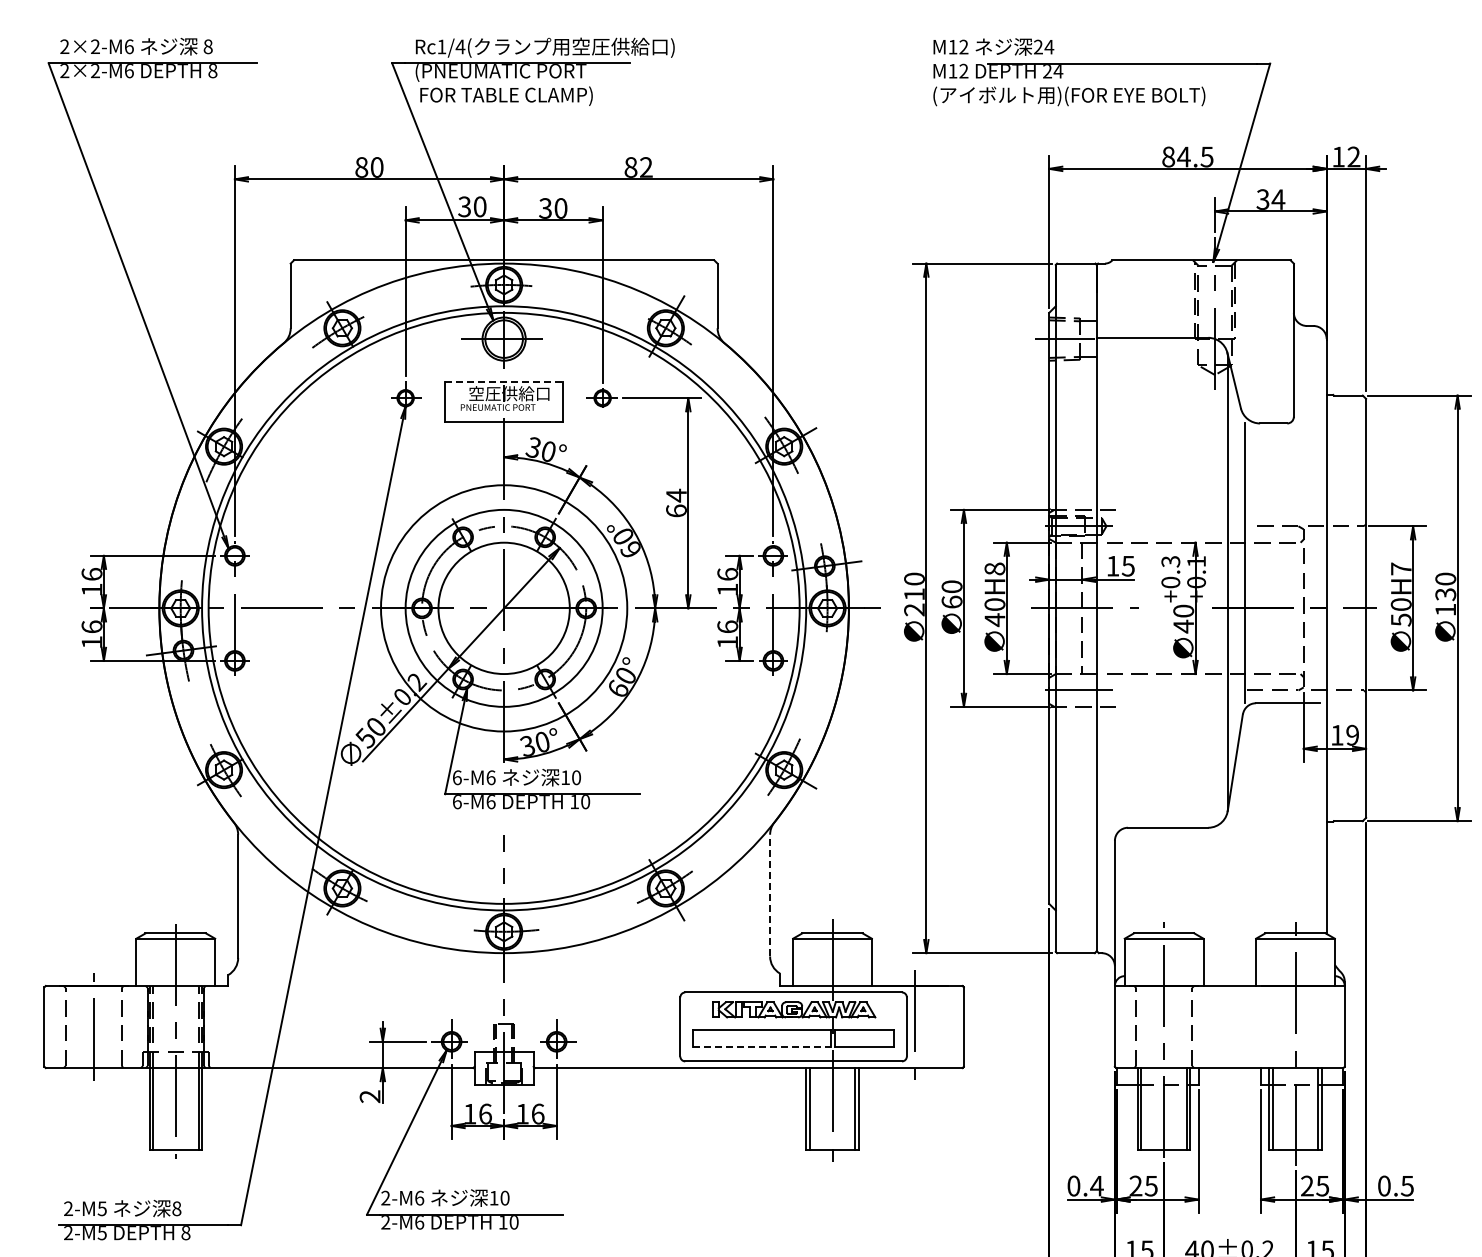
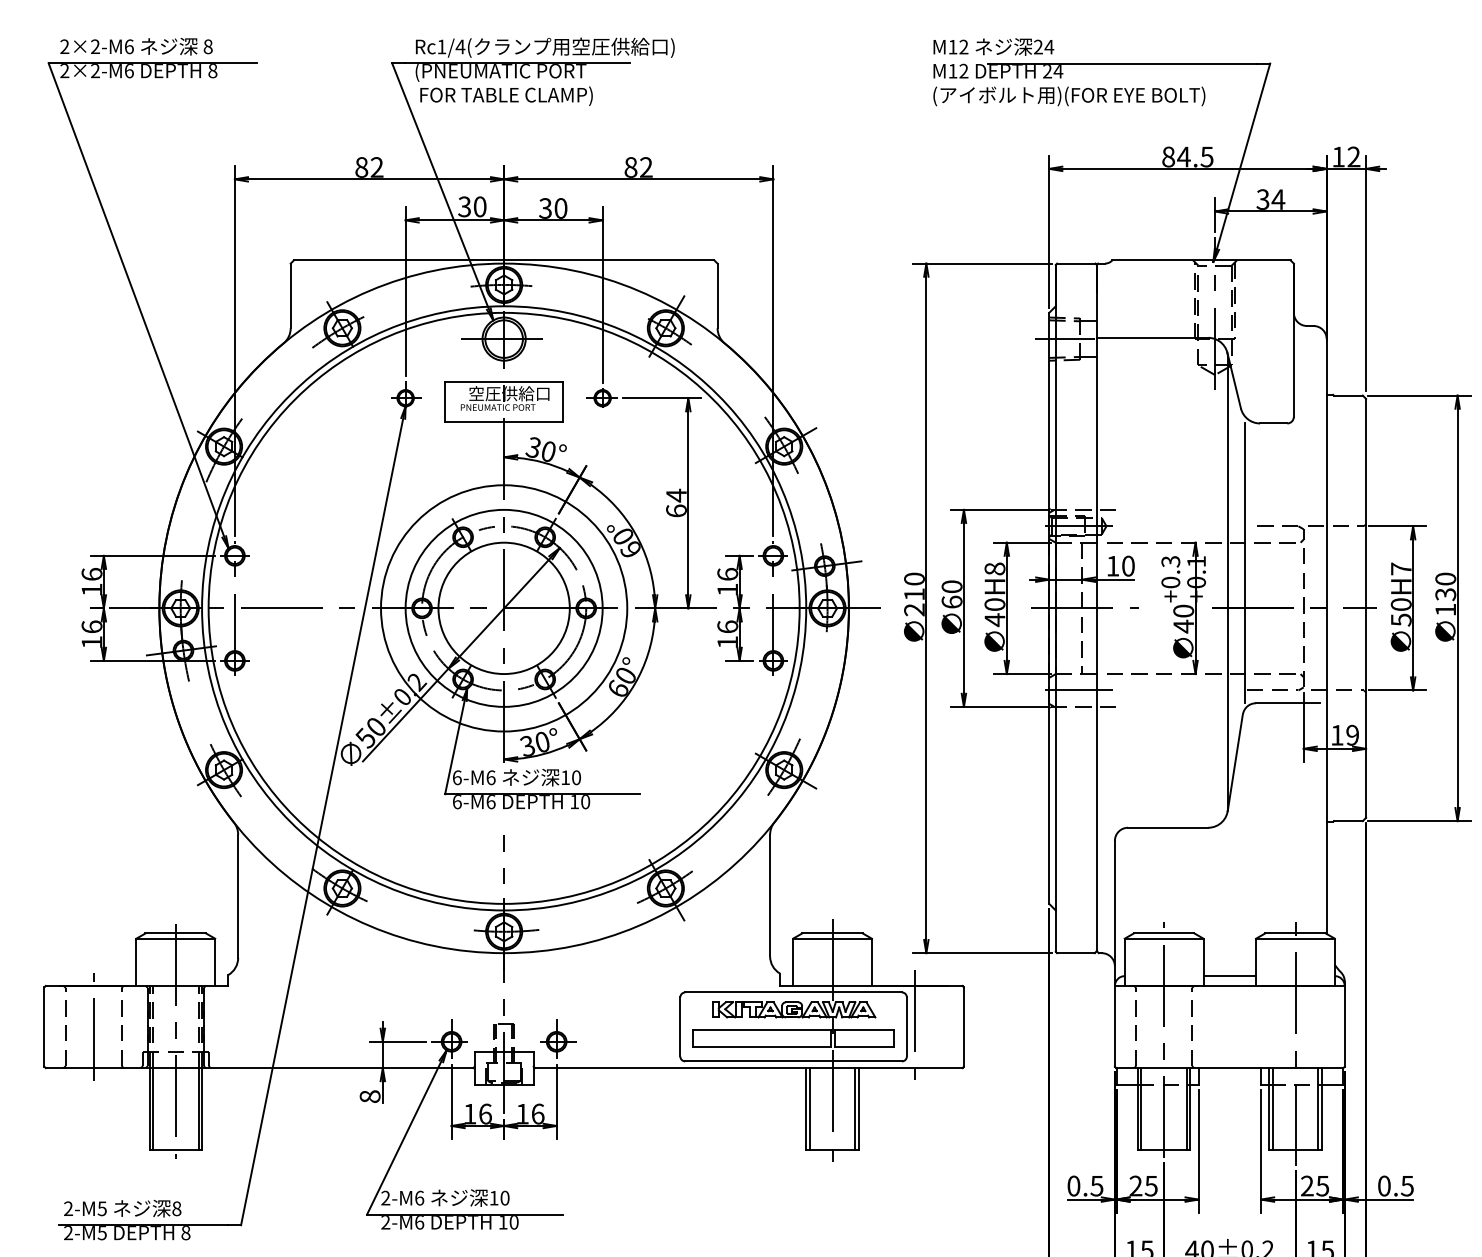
text at (376, 167): 80 -> 82
line at (504, 382): dashed -> solid
text at (1127, 565): 15 -> 10
line at (770, 895): dashed -> solid
line at (1229, 976): none -> present
line at (762, 1046): dashed -> solid
text at (369, 1096): 2 -> 8
text at (1096, 1186): 0.4 -> 0.5
